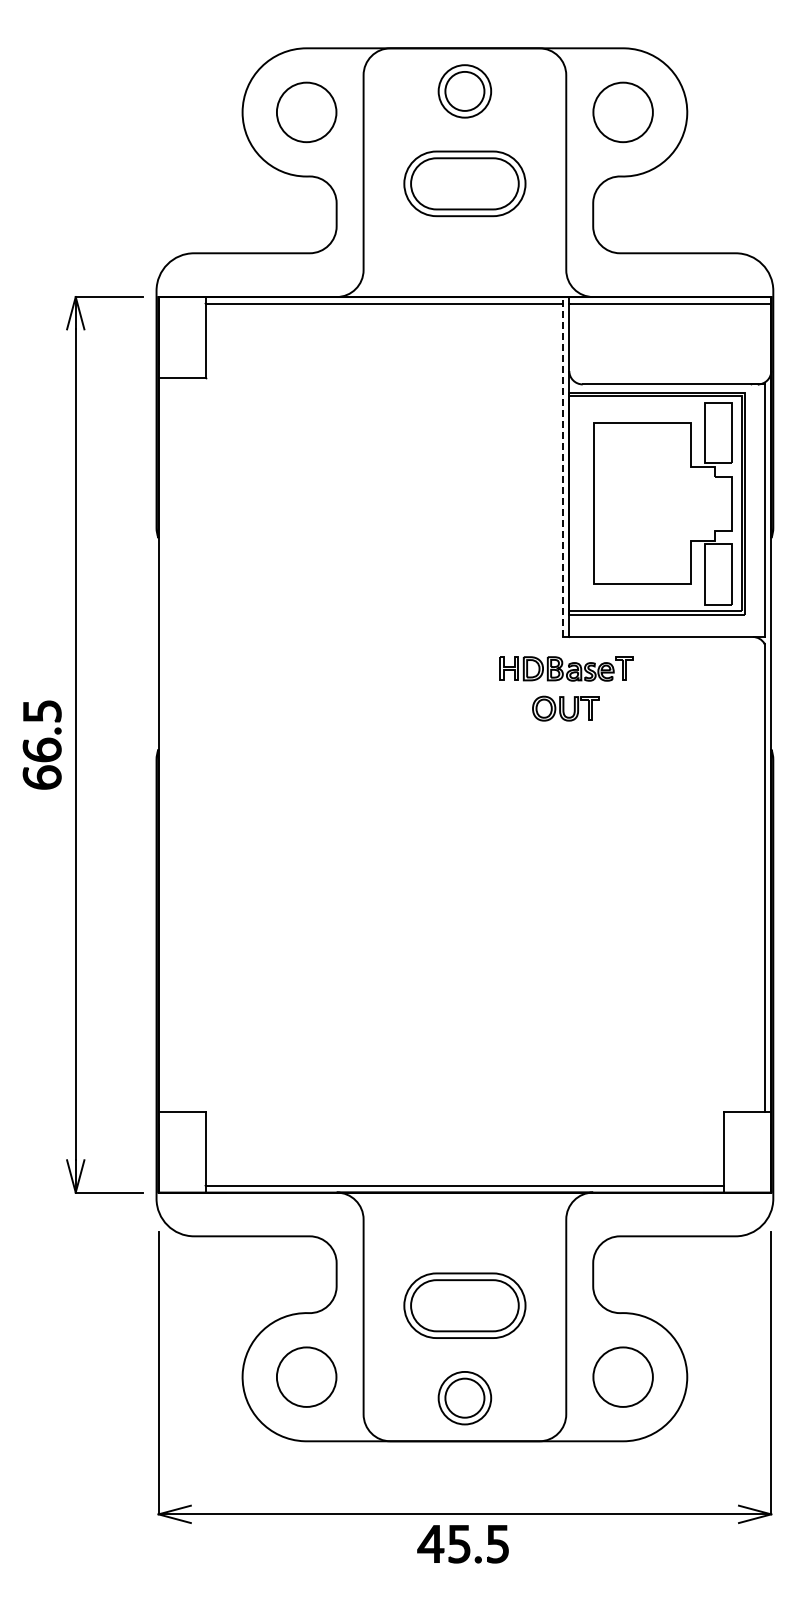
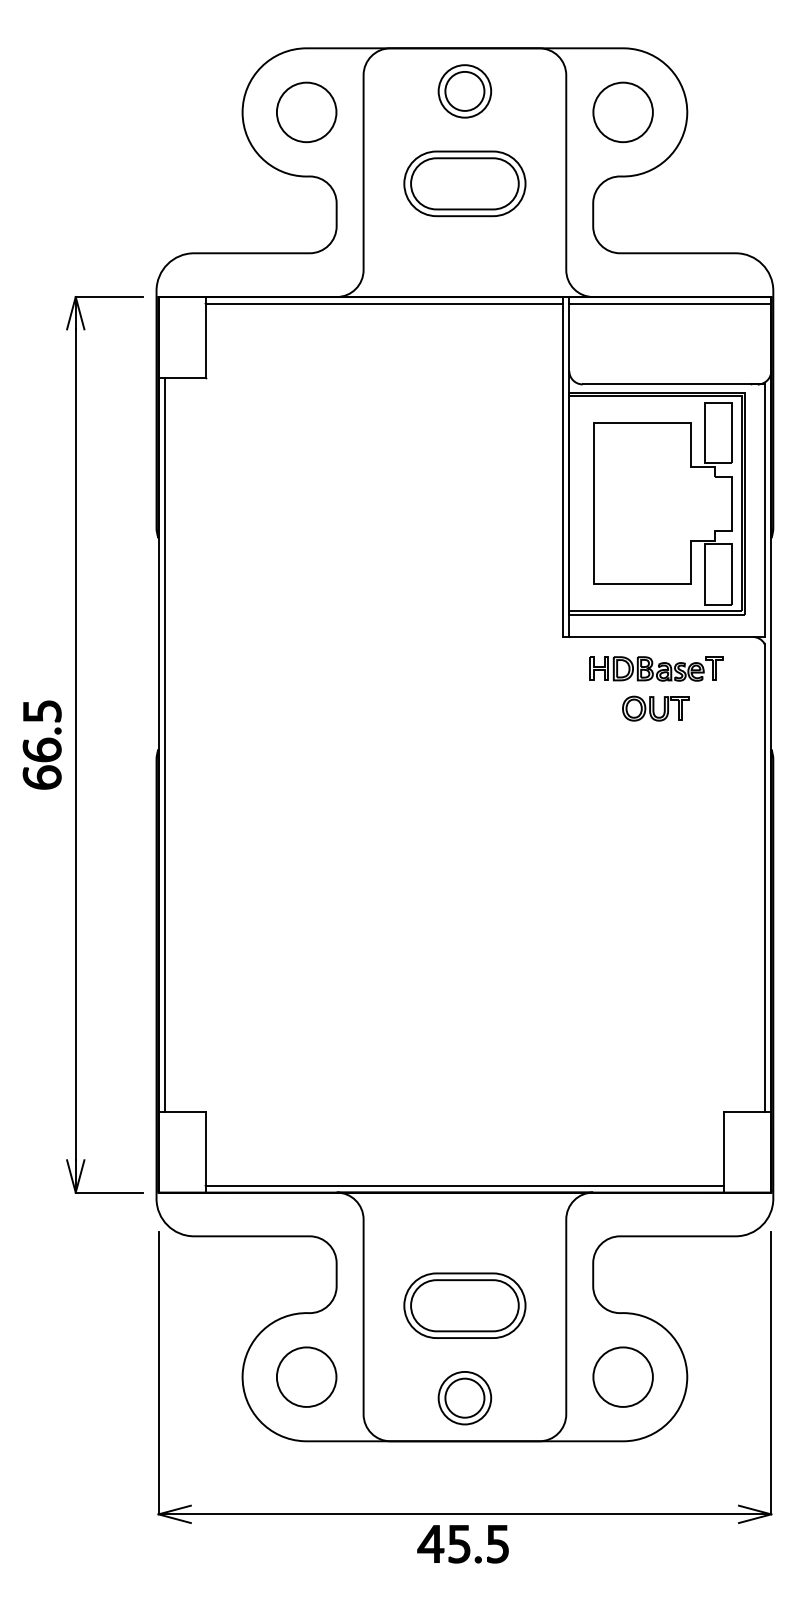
line at (563, 466): dashed -> solid
part at (570, 681) position: (570, 681) -> (660, 681)
line at (165, 744): none -> present
